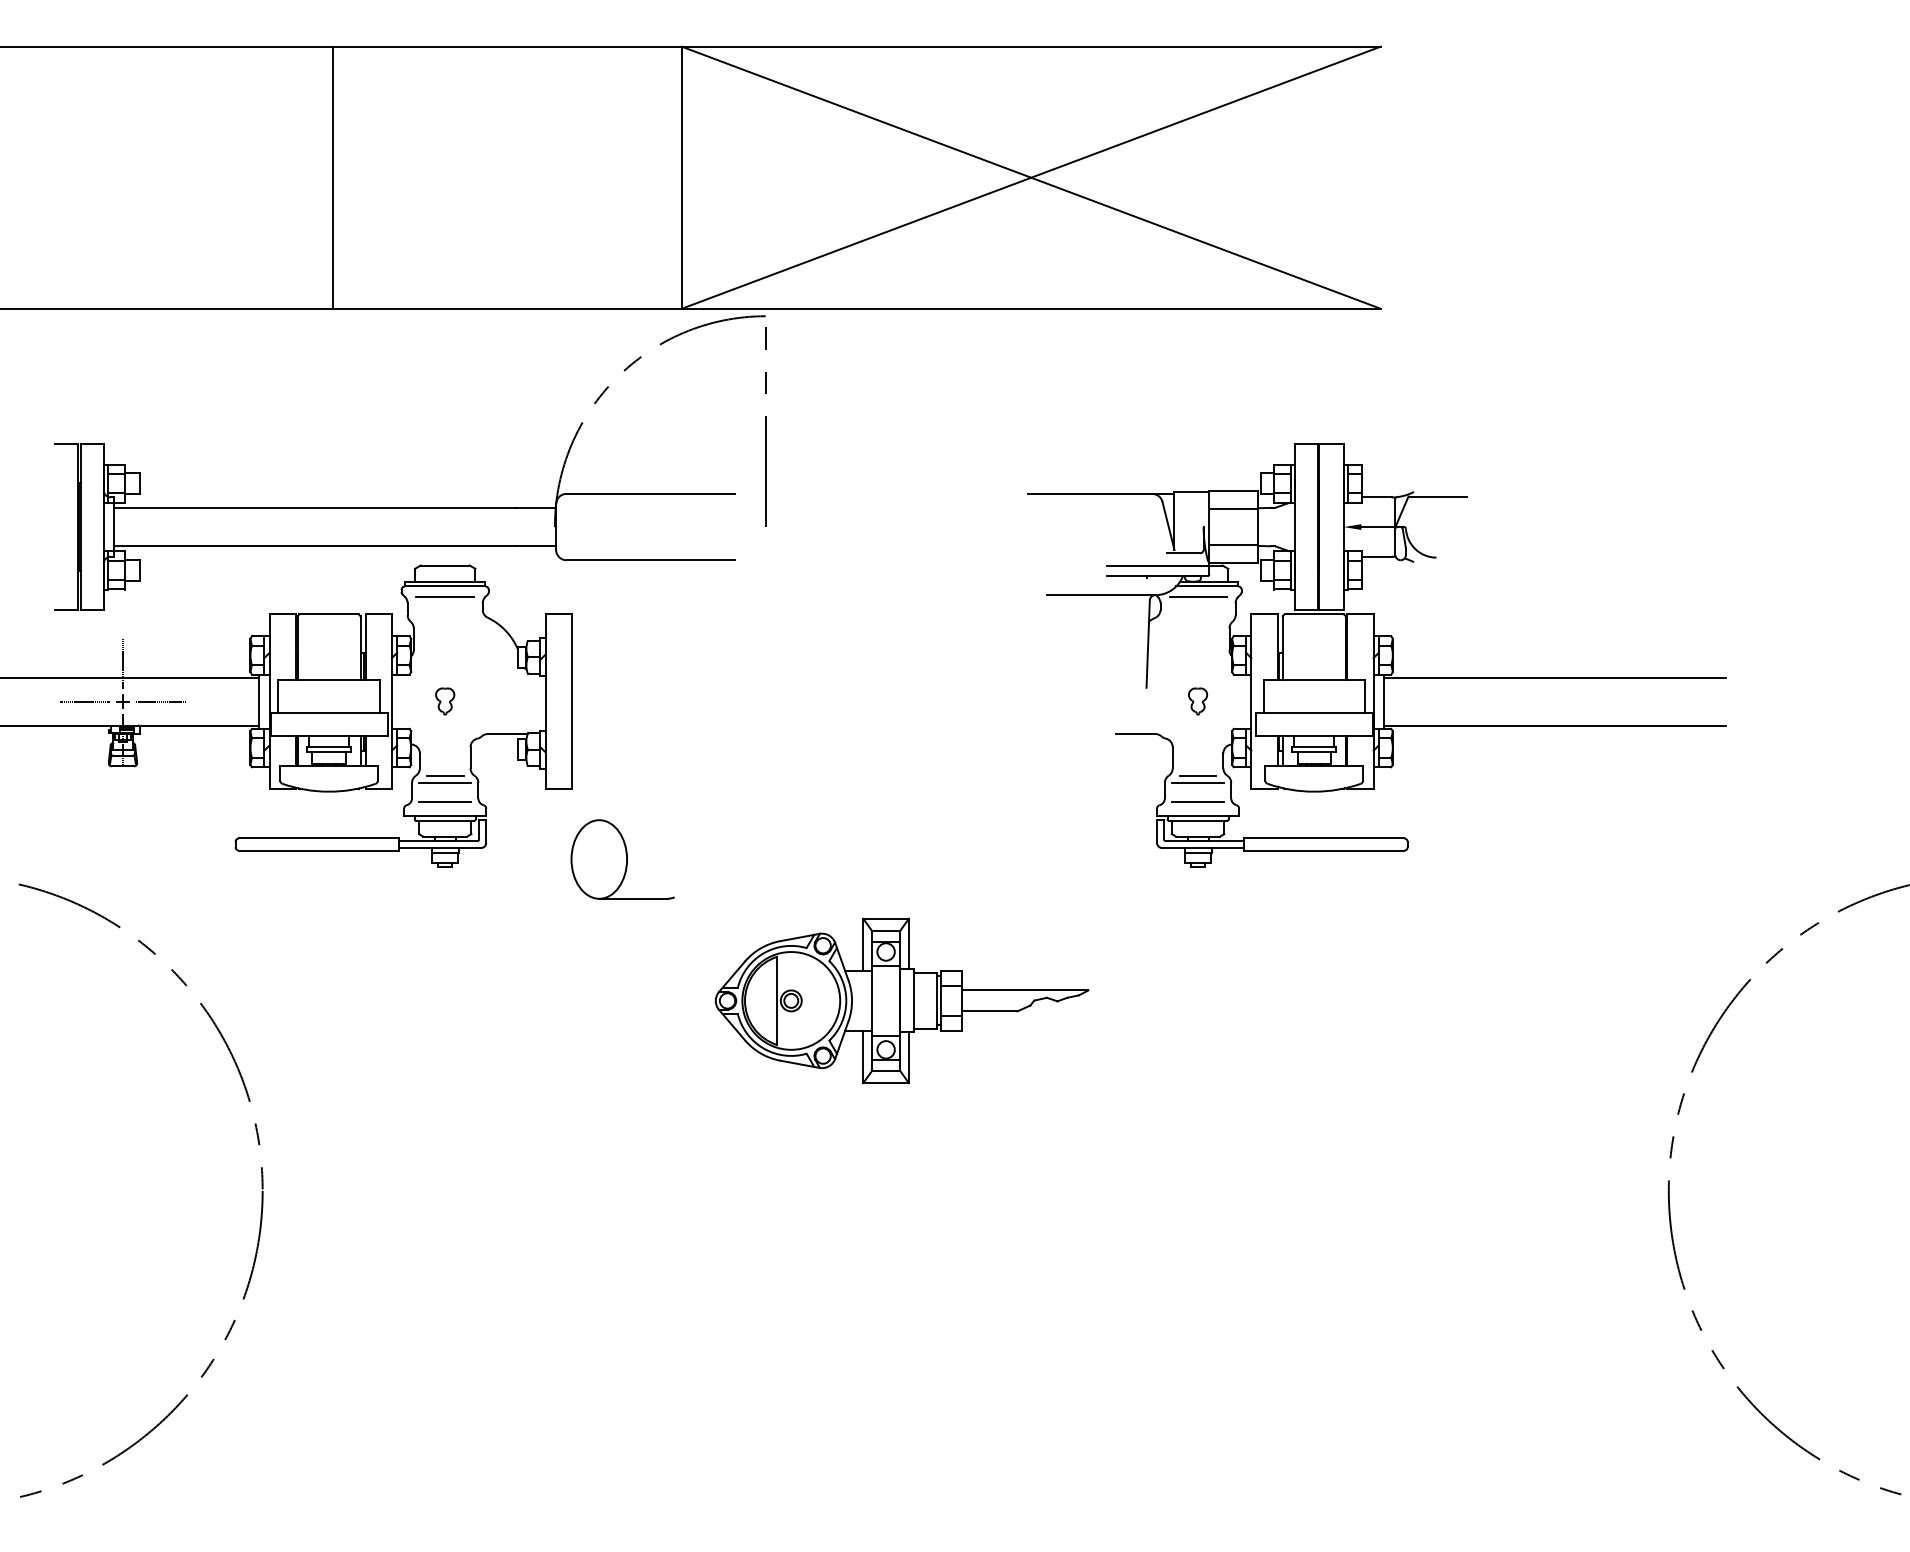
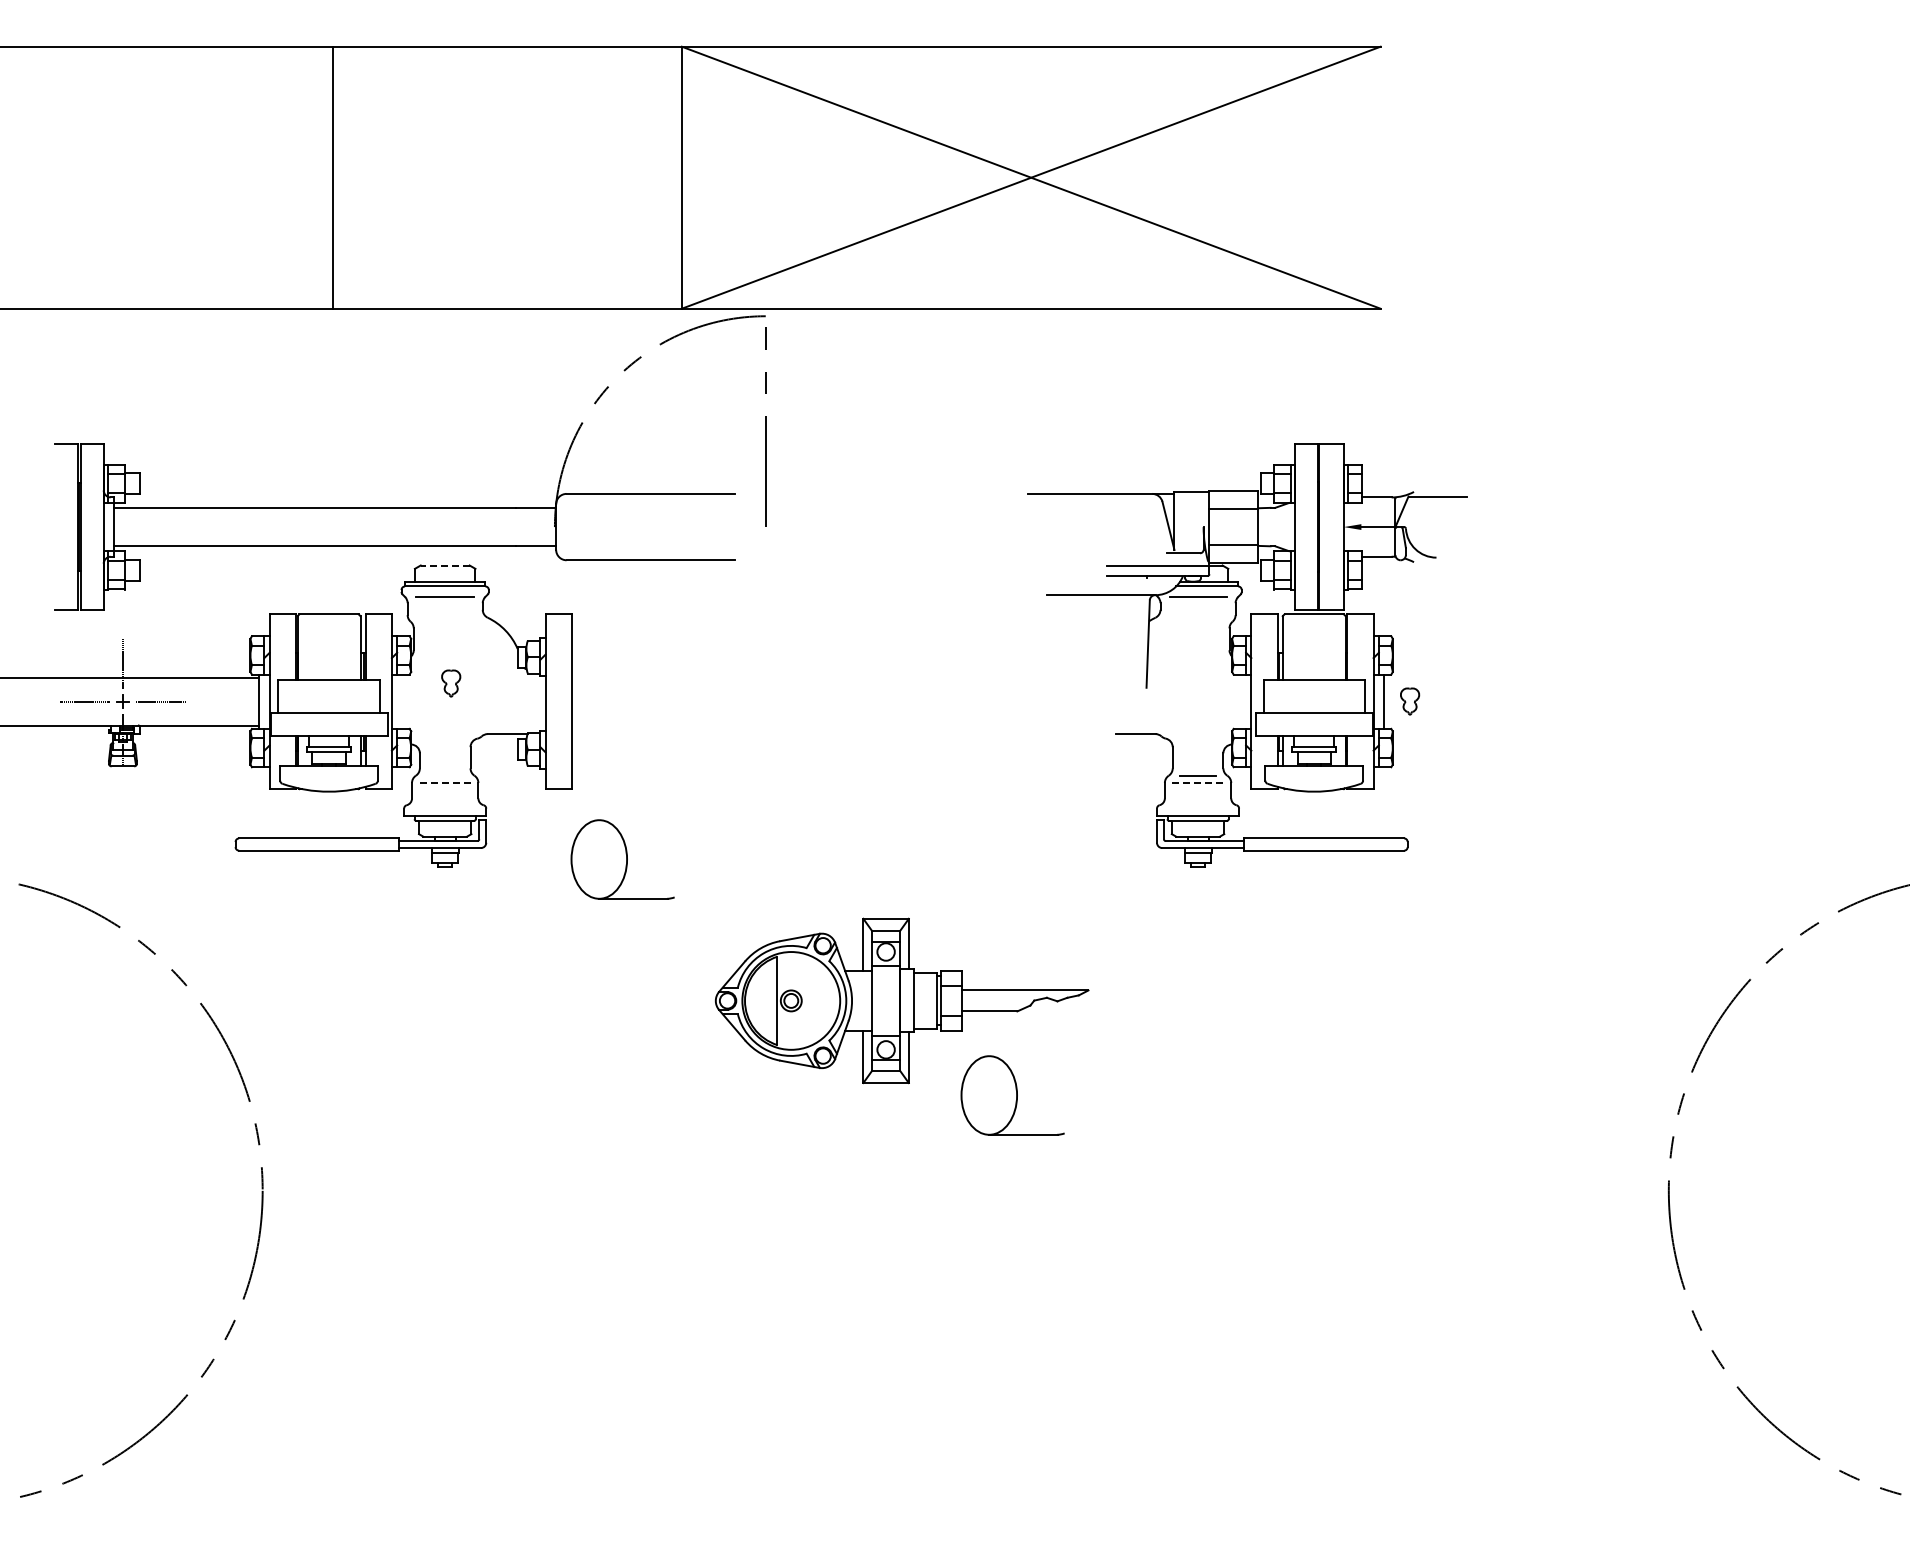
line at (444, 565): solid -> dashed
line at (1555, 678): present -> none
part at (445, 701) position: (445, 701) -> (451, 683)
part at (1198, 701) position: (1198, 701) -> (1410, 701)
line at (1555, 725): present -> none
line at (444, 776): present -> none
line at (445, 782): solid -> dashed
line at (1198, 782): solid -> dashed
line at (445, 802): present -> none
line at (1197, 802): present -> none
part at (1012, 1095): none -> present
